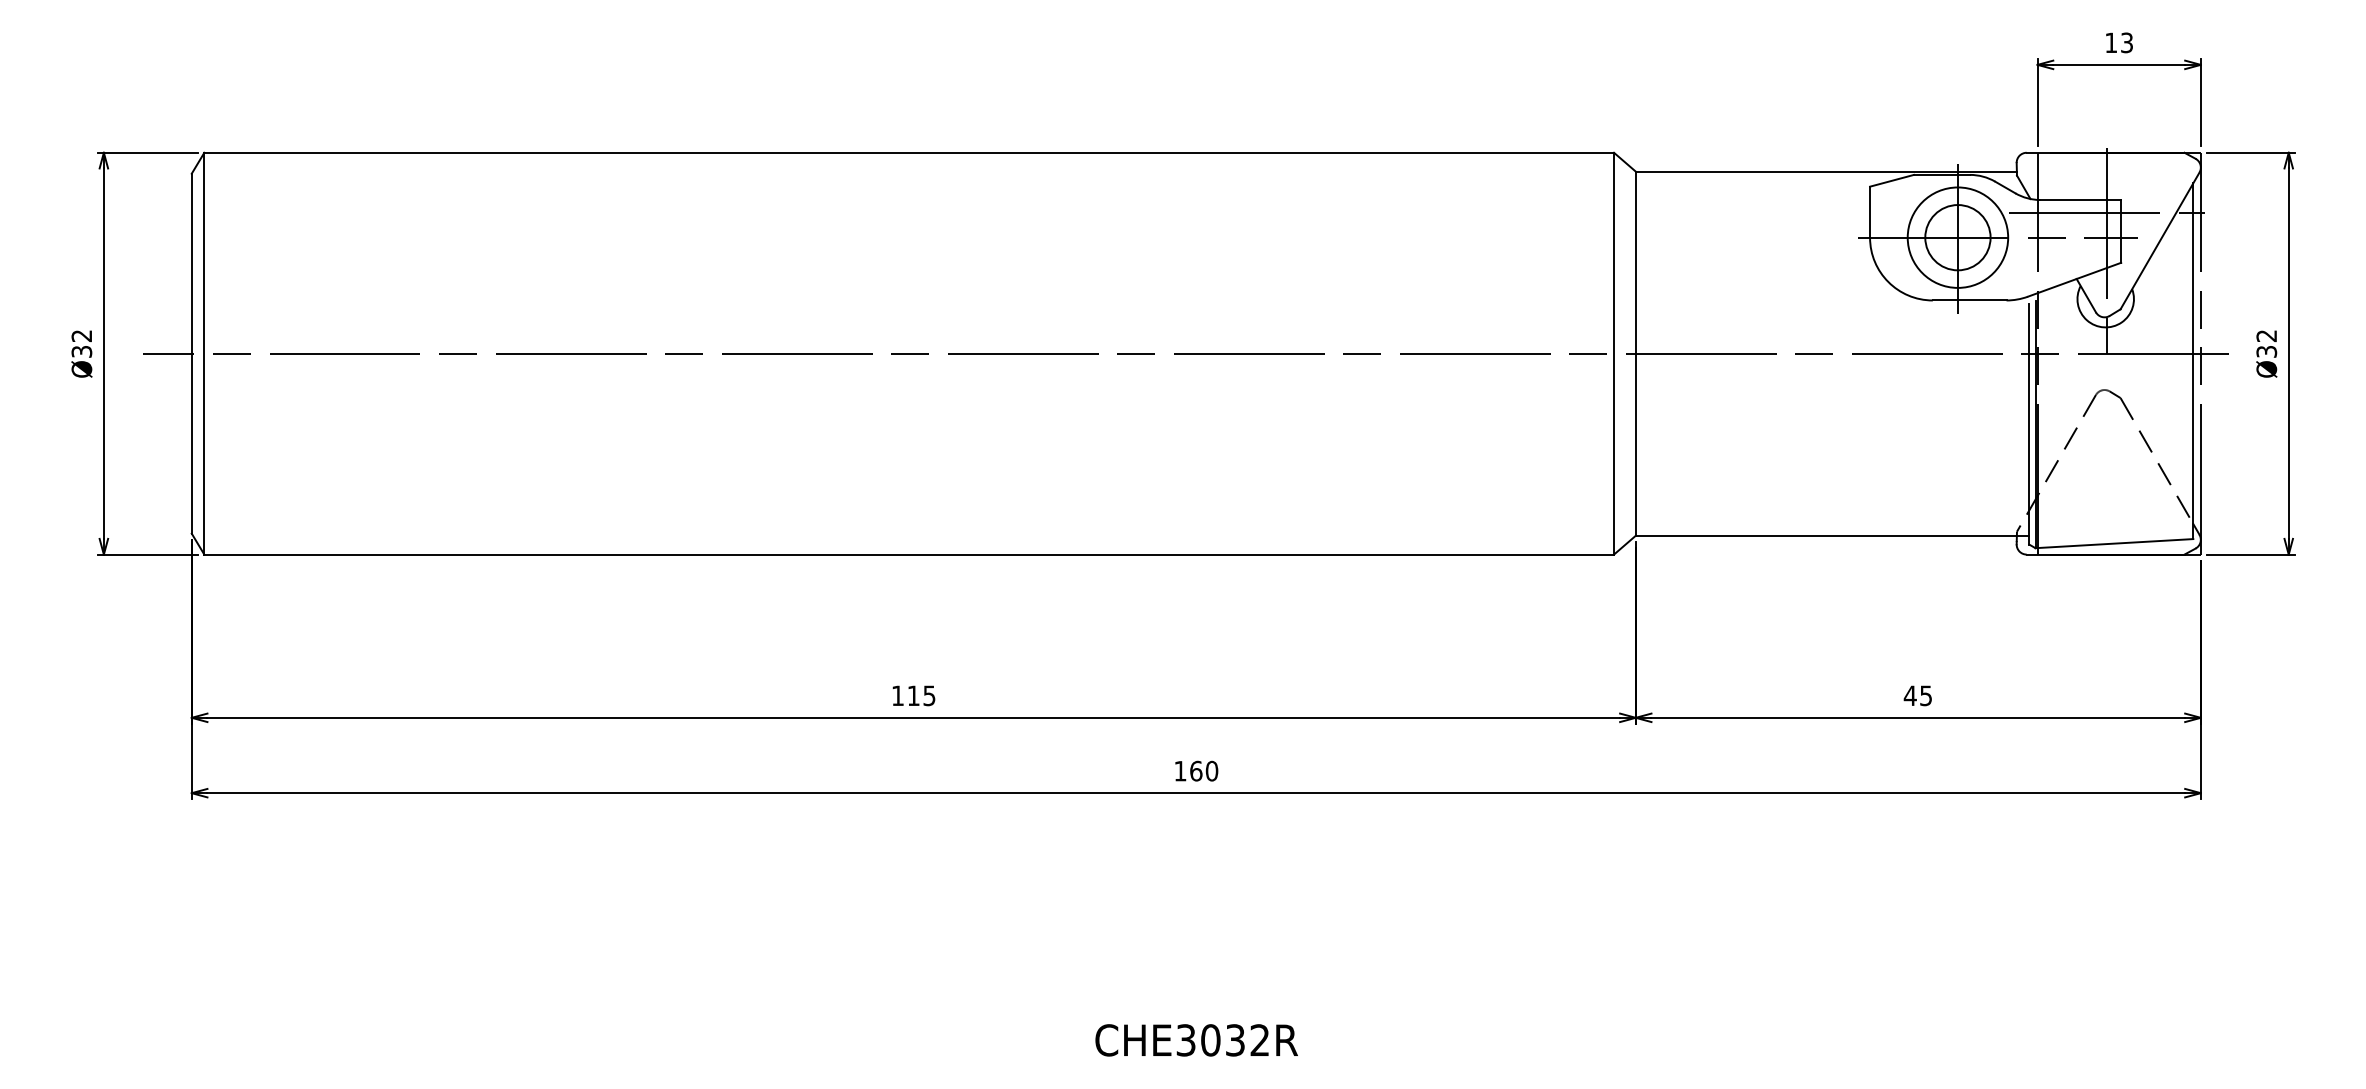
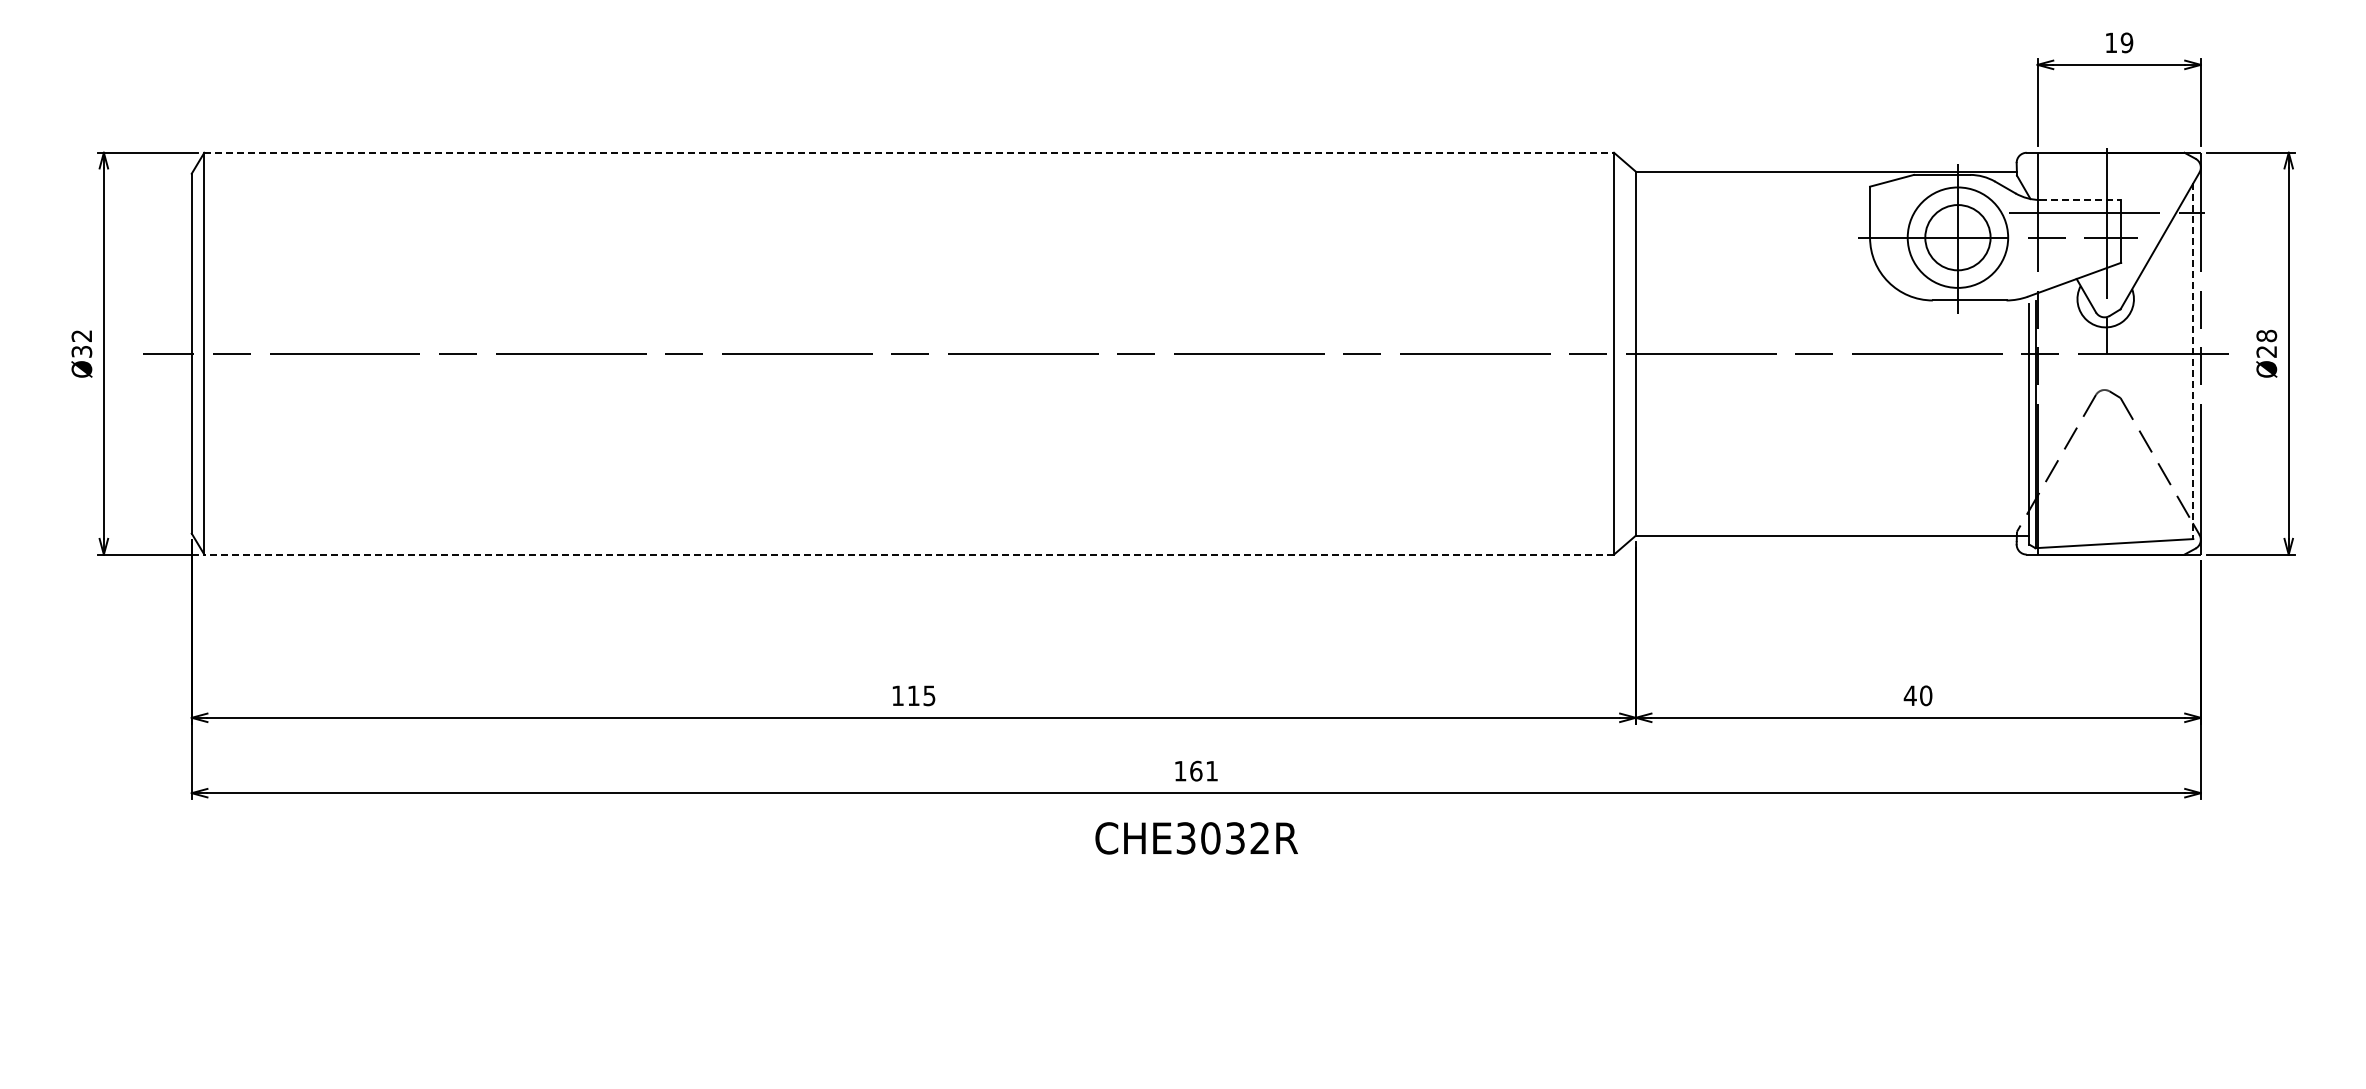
text at (2126, 42): 13 -> 19
line at (909, 152): solid -> dashed
line at (2081, 200): solid -> dashed
text at (2266, 343): Ø32 -> Ø28
line at (2193, 361): solid -> dashed
line at (909, 554): solid -> dashed
text at (1926, 695): 45 -> 40
text at (1211, 770): 160 -> 161
text at (1196, 1040) position: (1196, 1040) -> (1196, 838)
